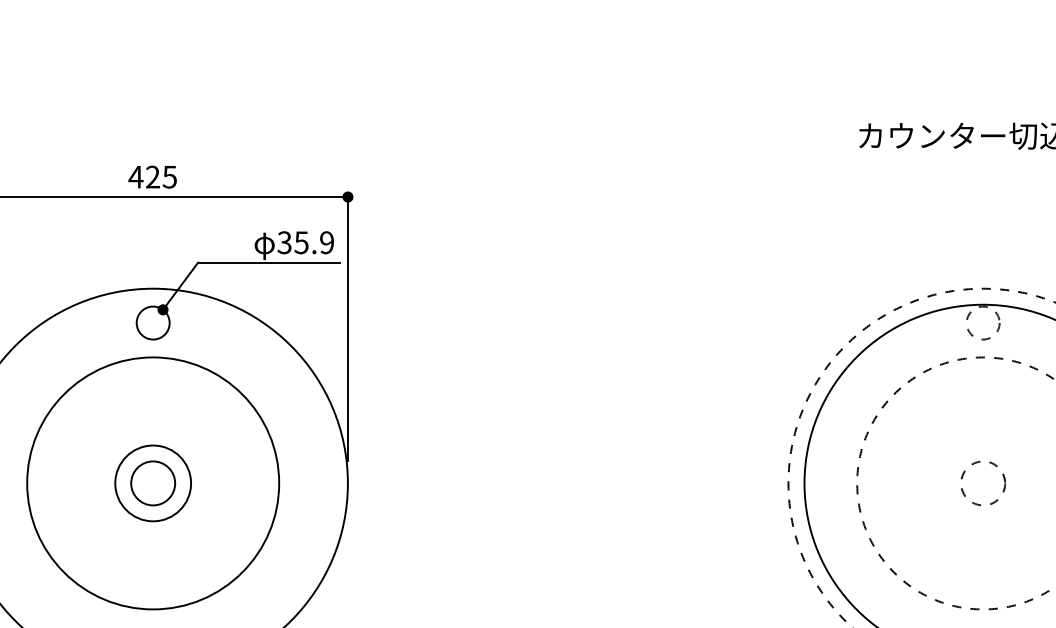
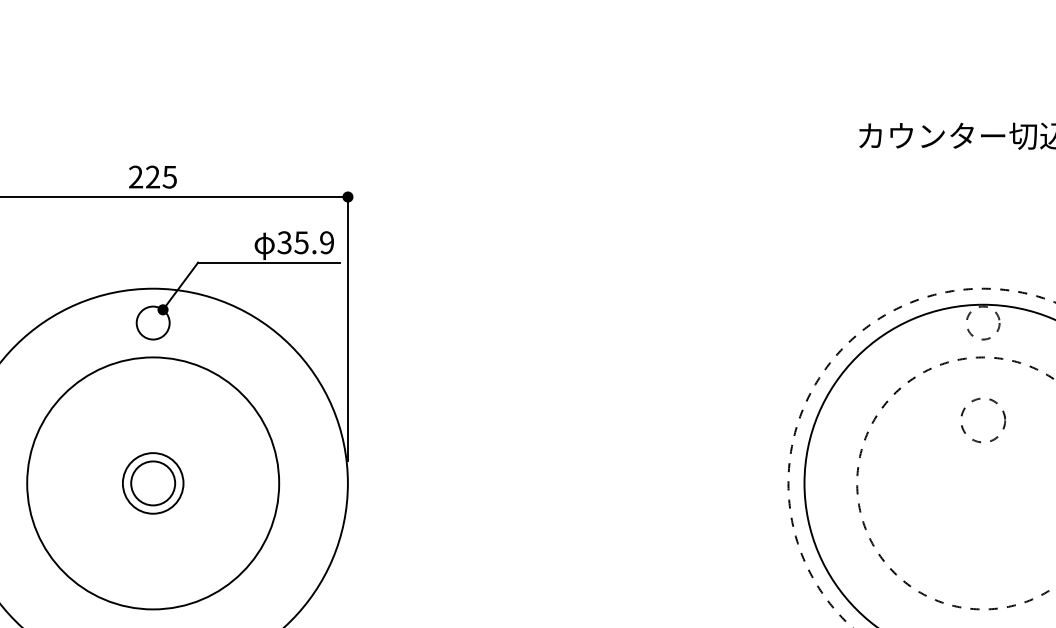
text at (135, 176): 425 -> 225
circle at (153, 483) diameter: 76 px -> 61 px
circle at (982, 483) position: (982, 483) -> (982, 420)
